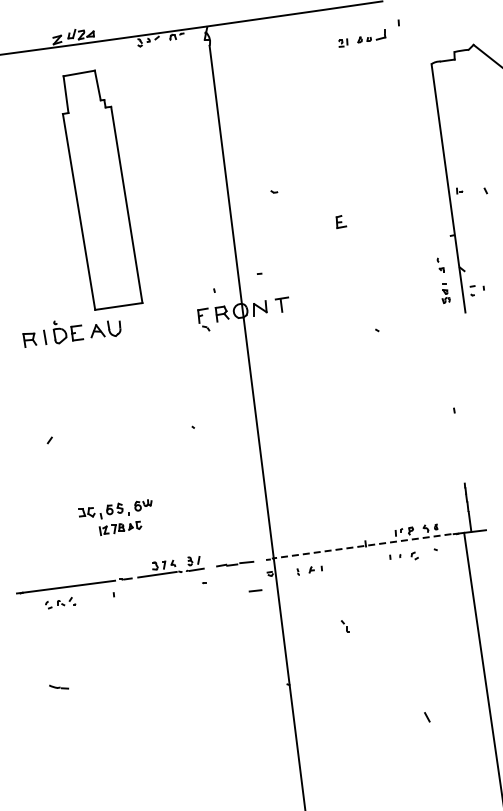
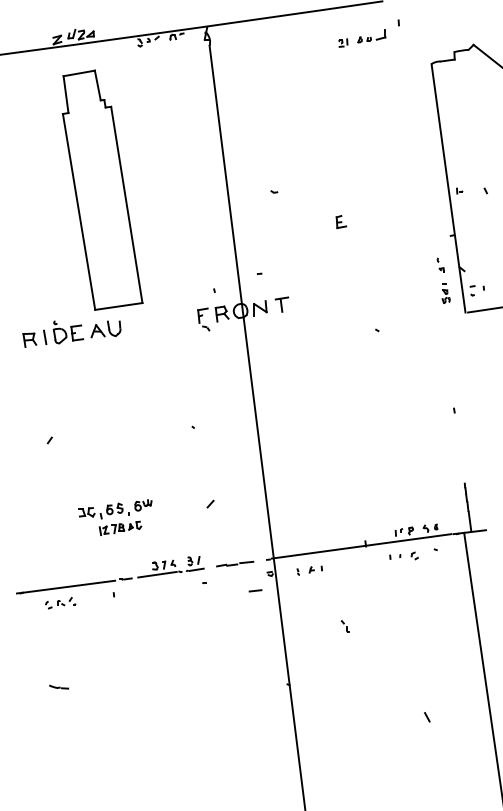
line at (483, 309): none -> present
line at (210, 503): none -> present
line at (361, 546): dashed -> solid
